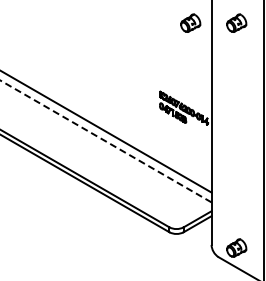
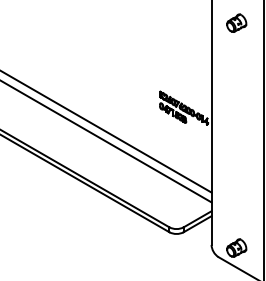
part at (190, 22): present -> none
line at (105, 141): dashed -> solid
